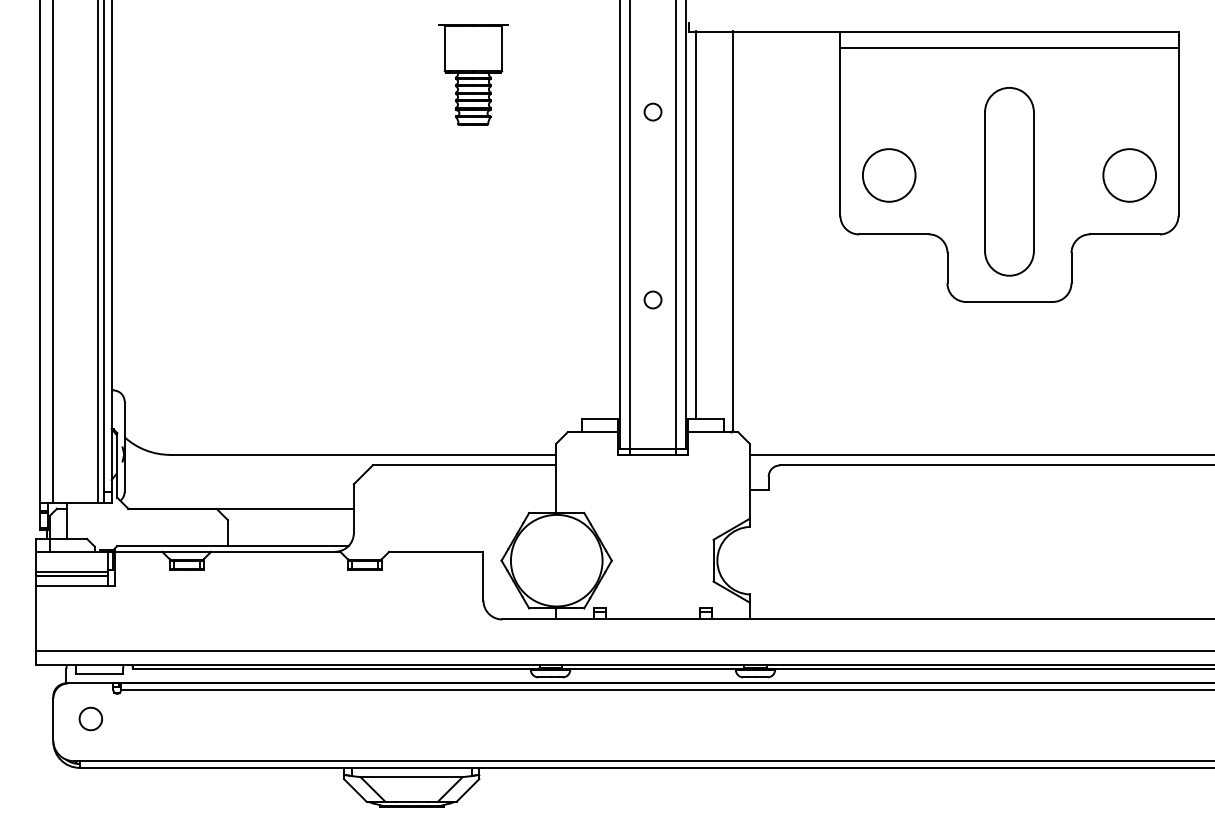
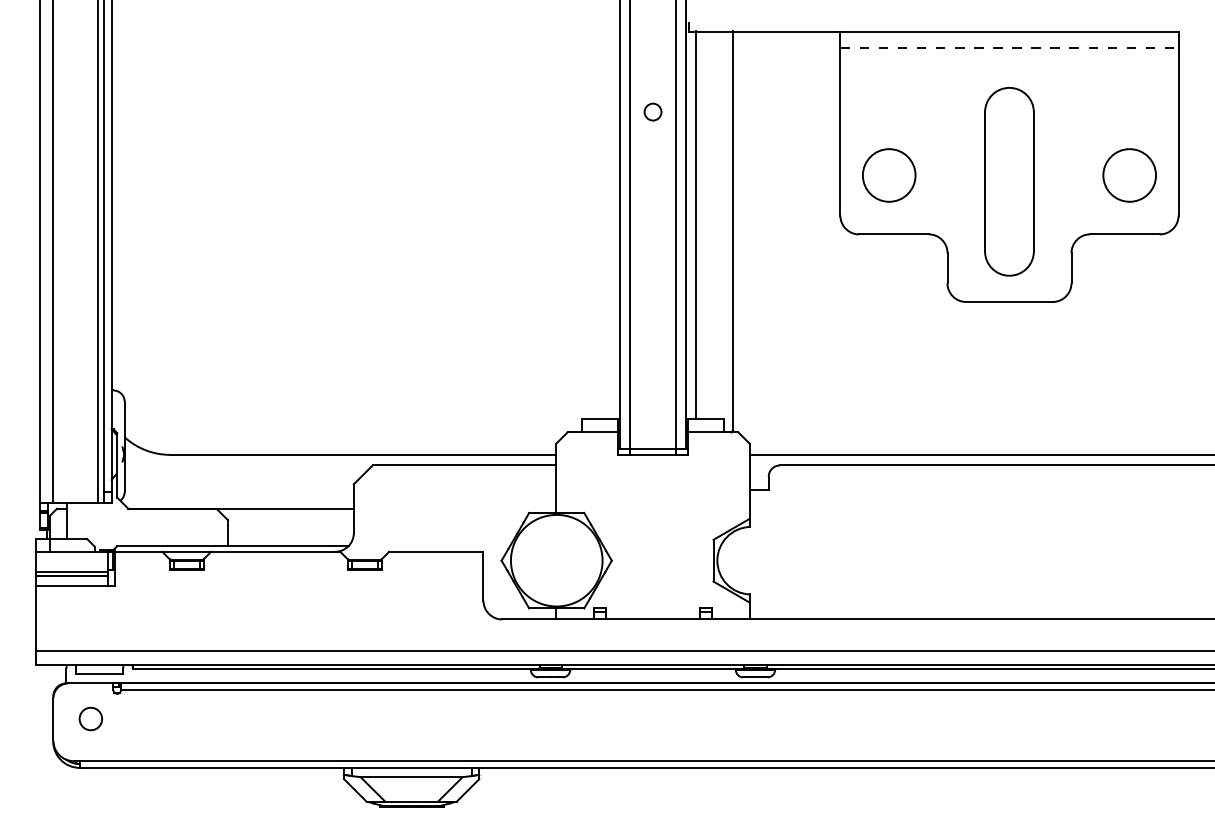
line at (1010, 48): solid -> dashed
part at (473, 74): present -> none
circle at (652, 299): present -> none
